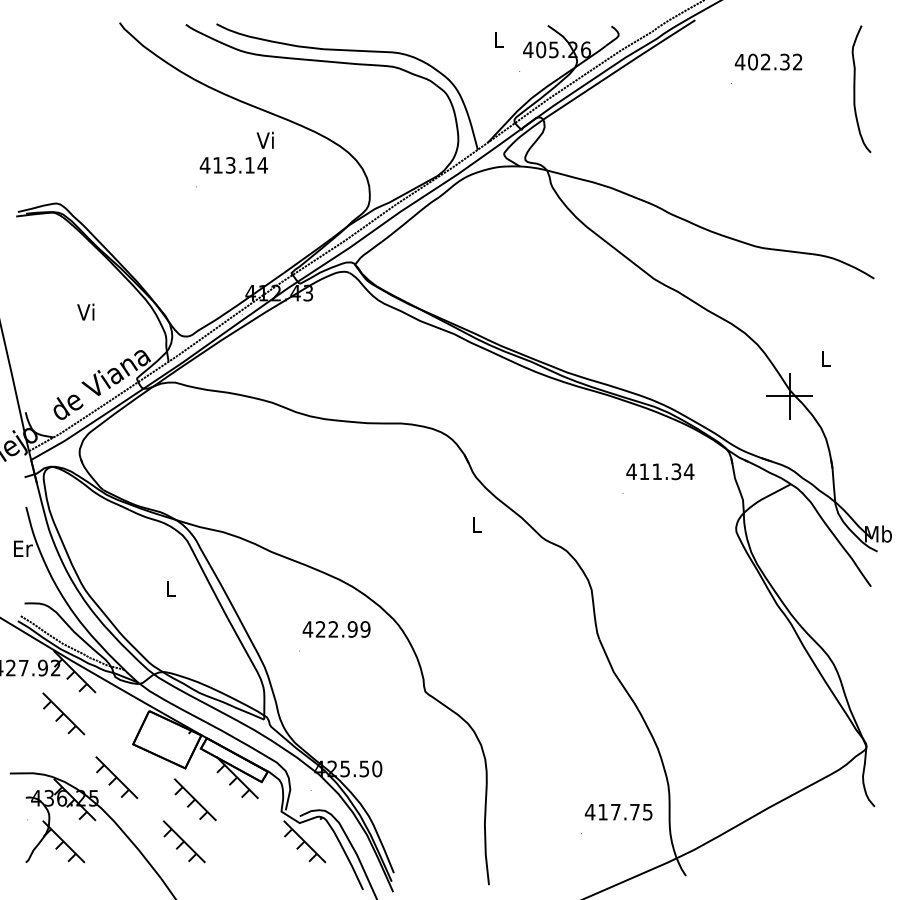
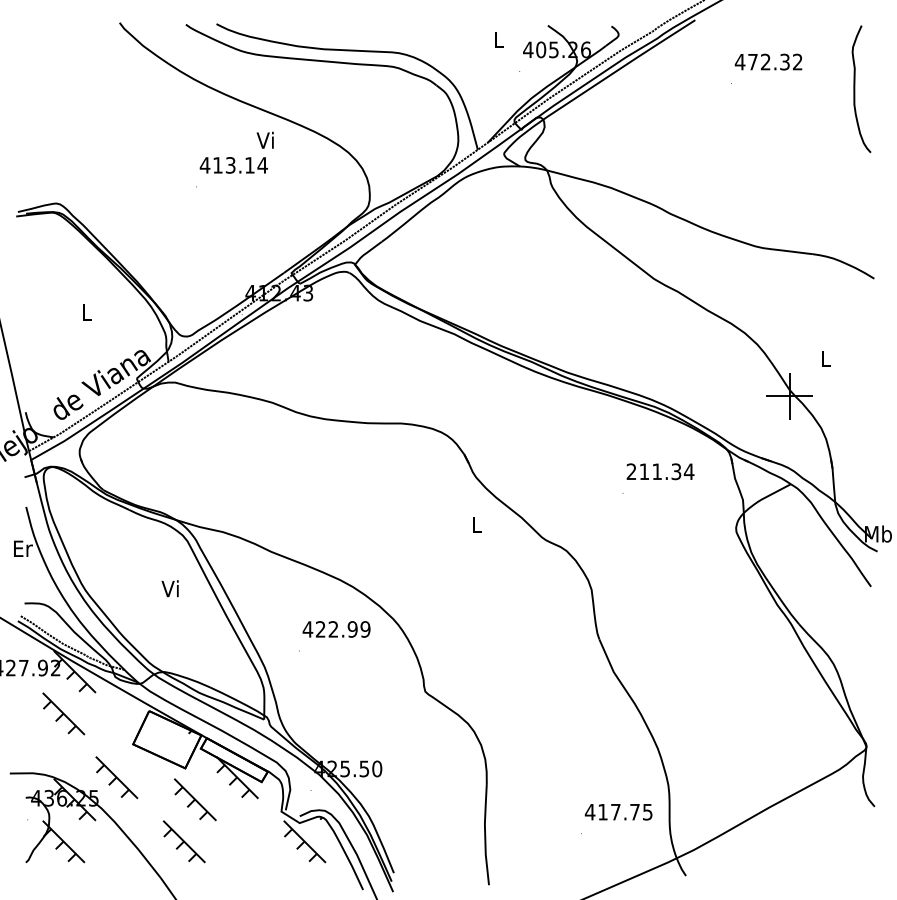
text at (753, 61): 402.32 -> 472.32
text at (85, 311): Vi -> L
text at (631, 471): 411.34 -> 211.34
text at (169, 588): L -> Vi
